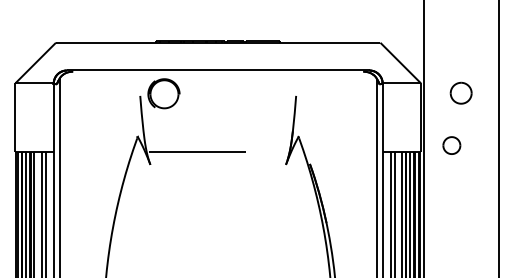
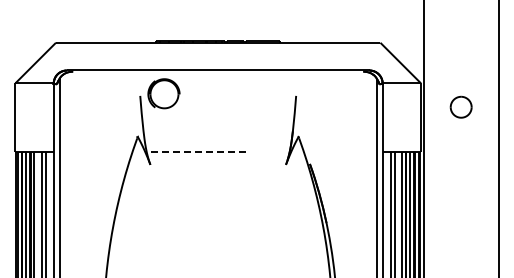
part at (460, 92) position: (460, 92) -> (460, 106)
part at (451, 145): present -> none
line at (197, 151): solid -> dashed
